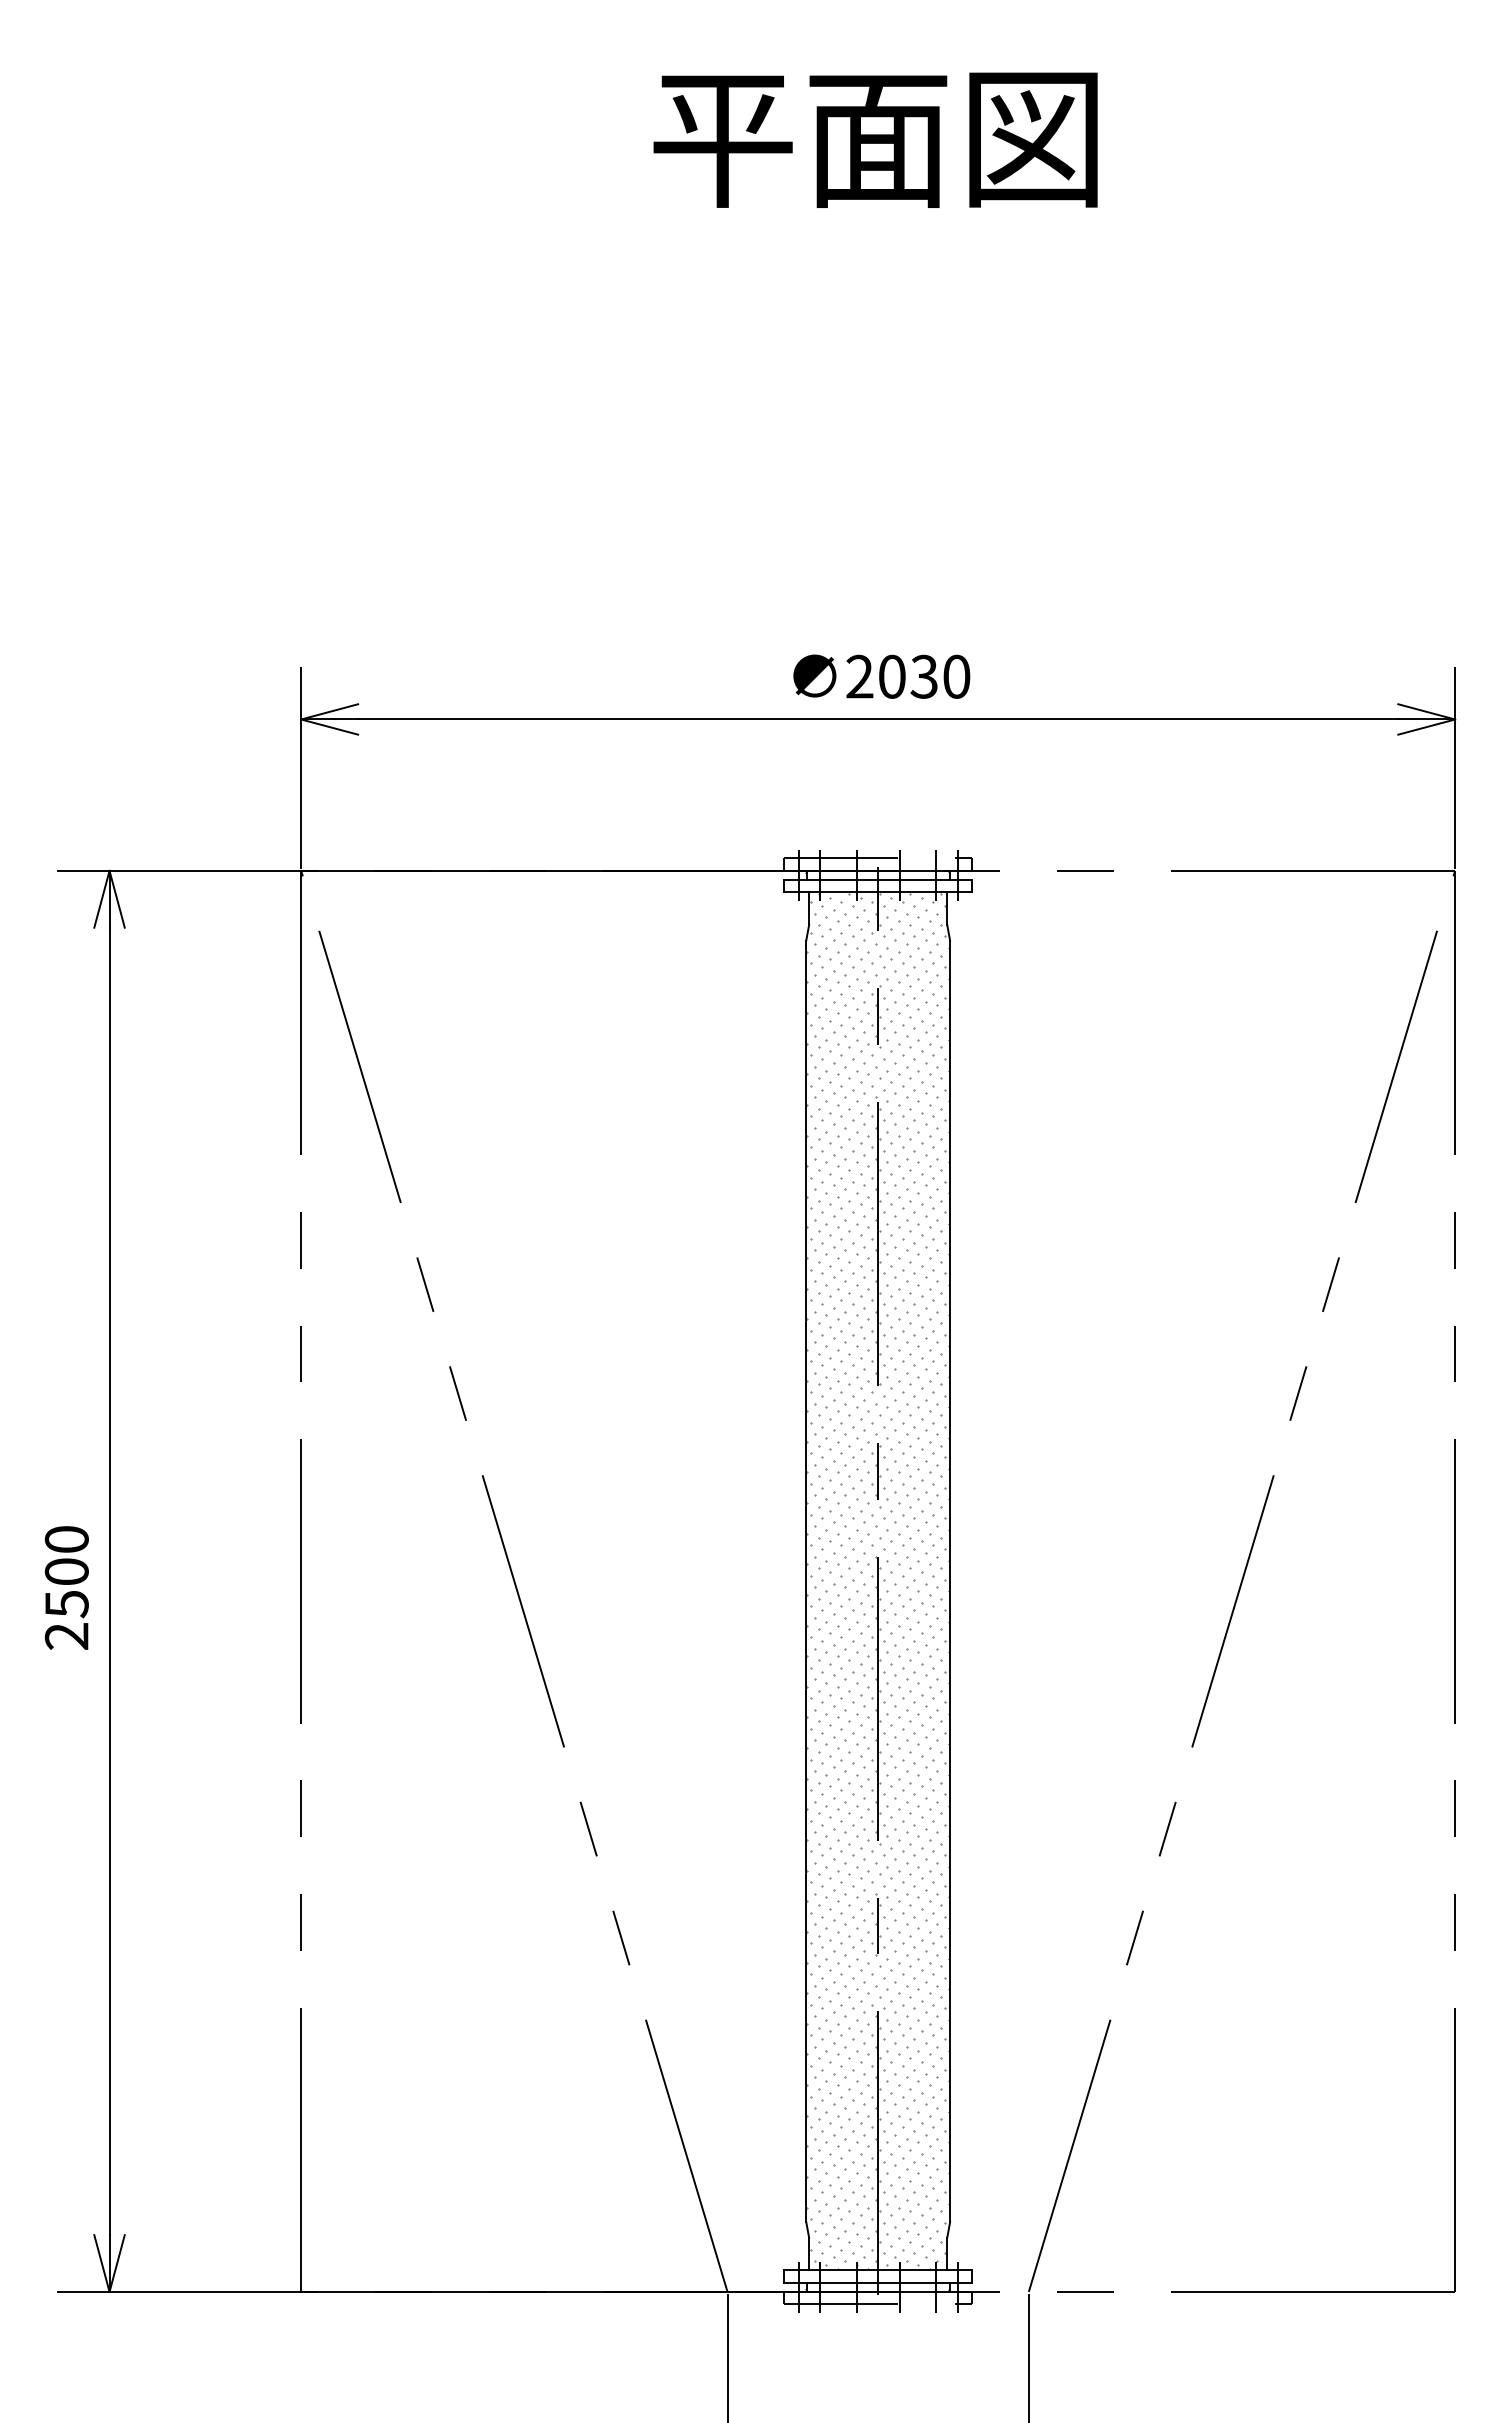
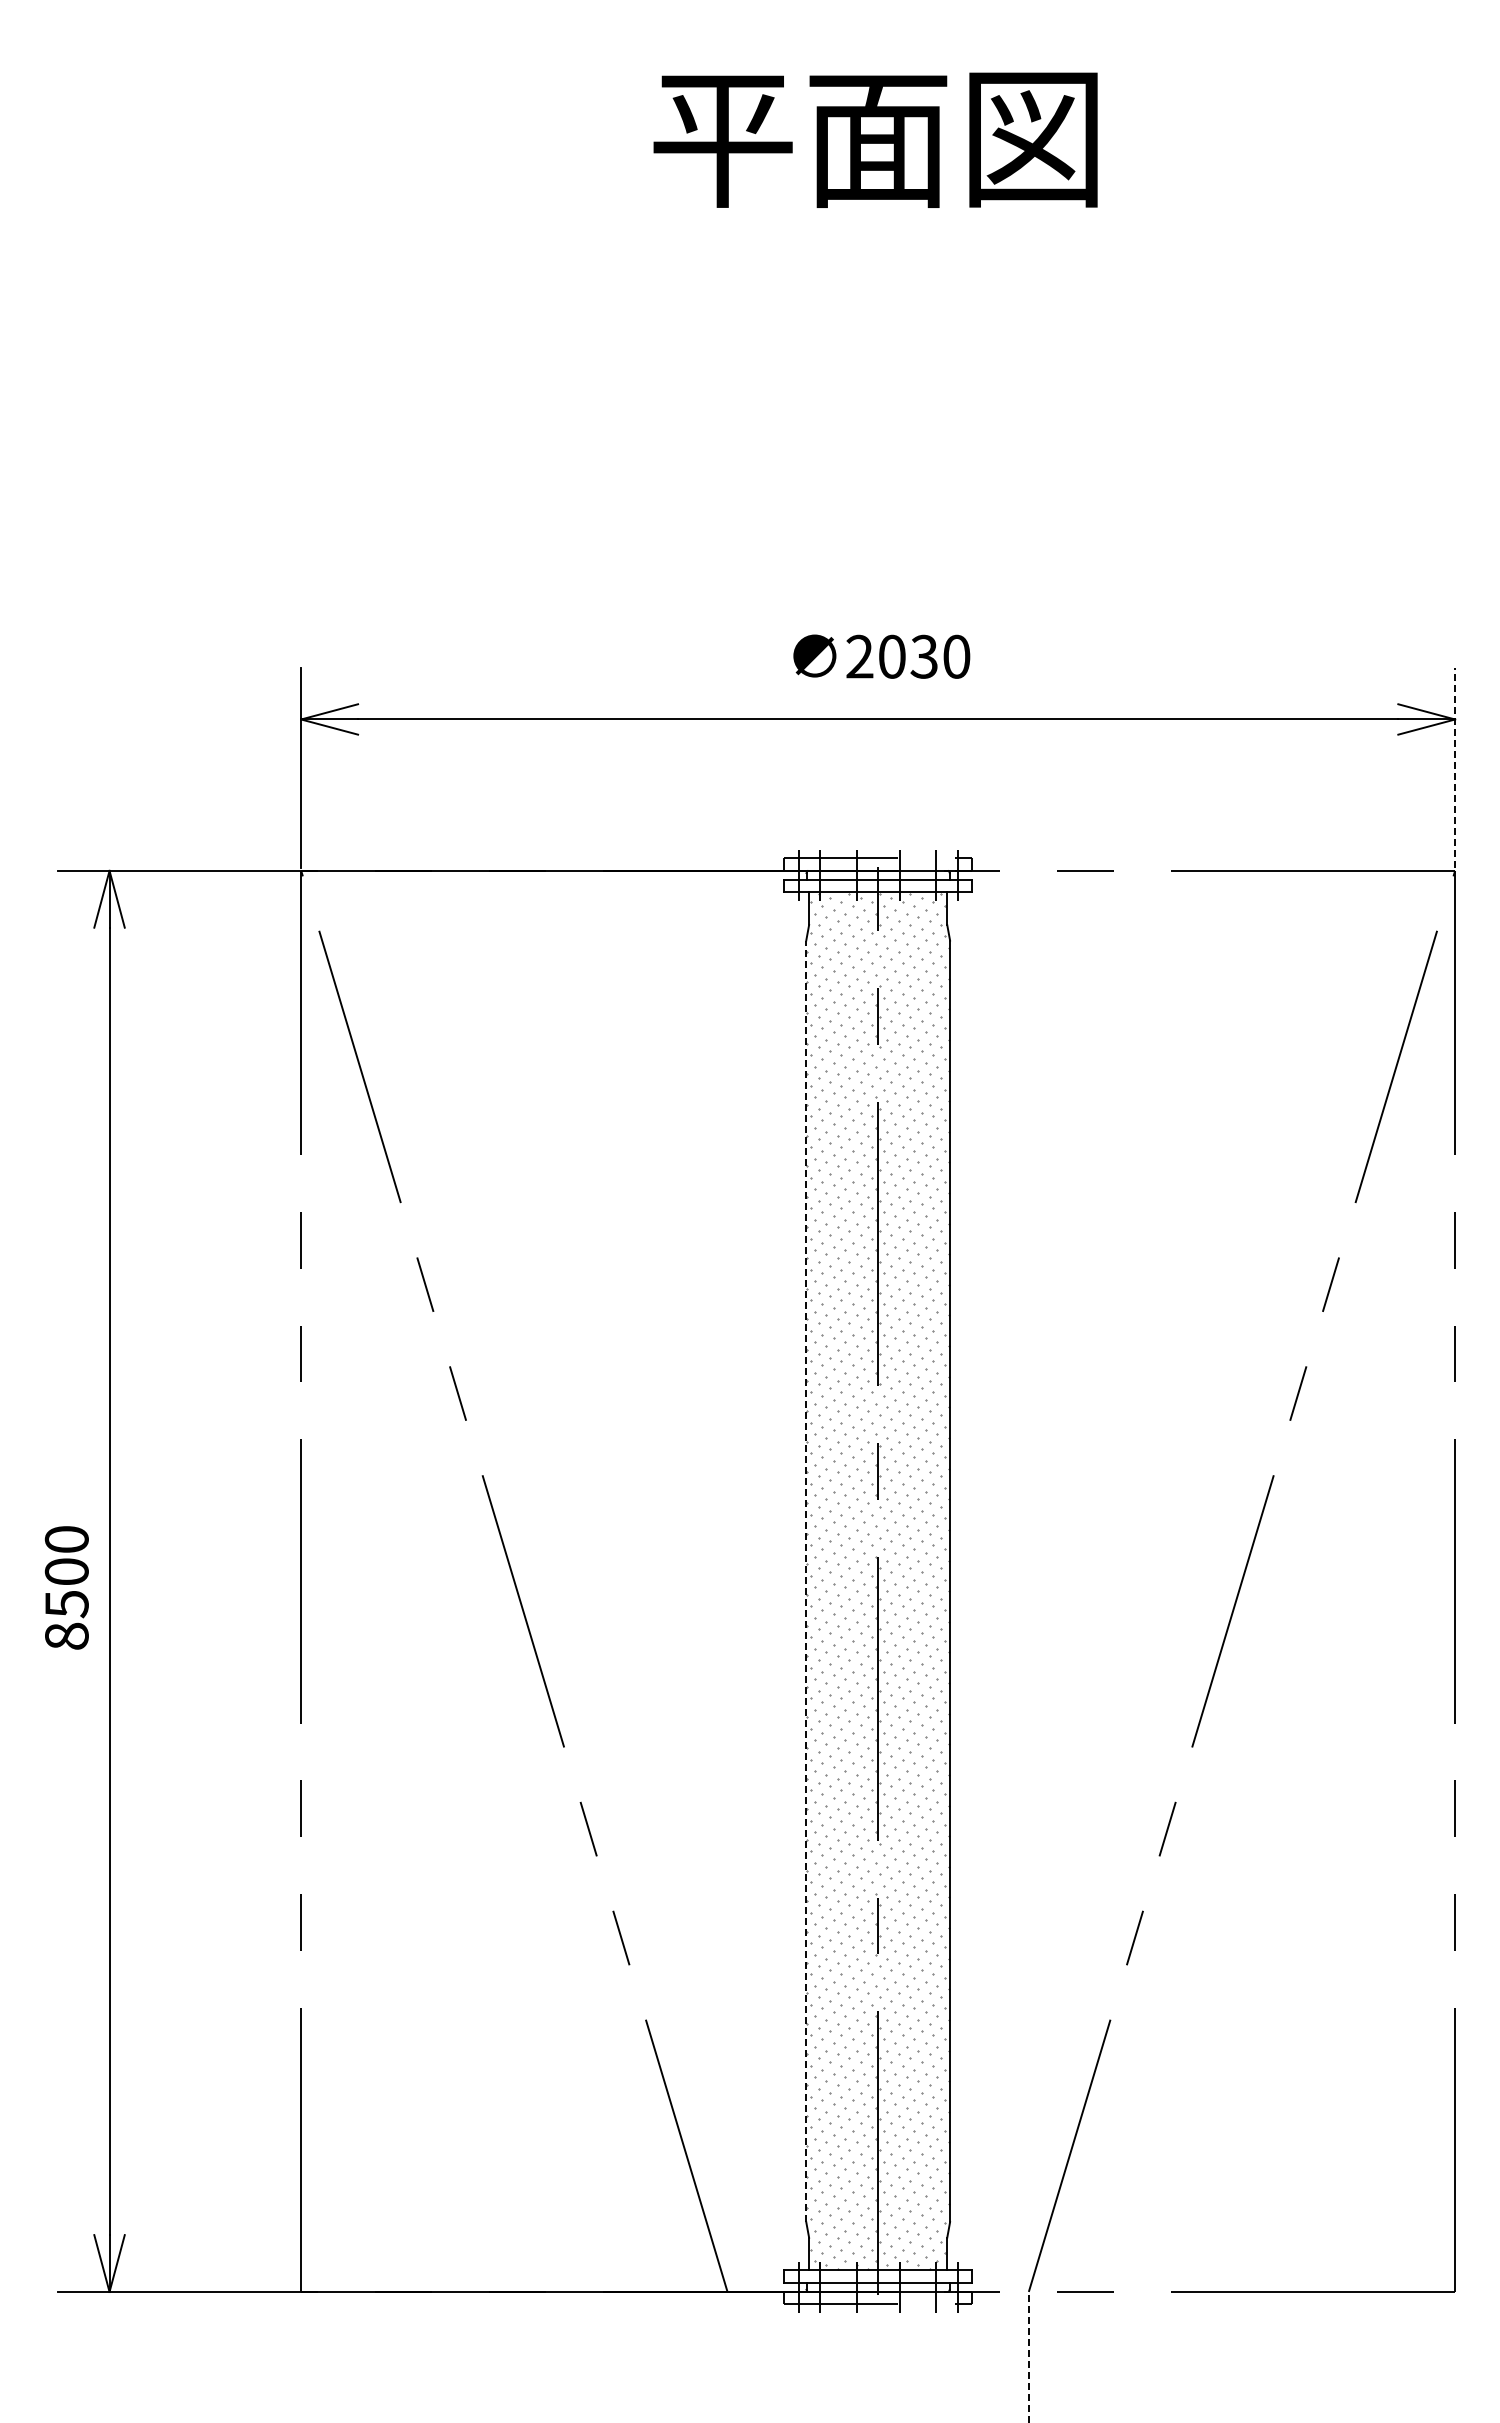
text at (881, 676) position: (881, 676) -> (881, 656)
line at (1455, 768): solid -> dashed
line at (806, 1581): solid -> dashed
text at (66, 1635): 2500 -> 8500
line at (727, 2356): present -> none
line at (1028, 2358): solid -> dashed
